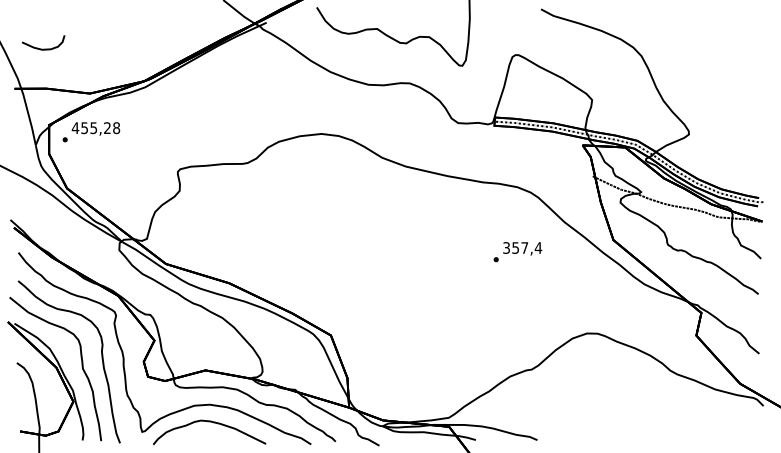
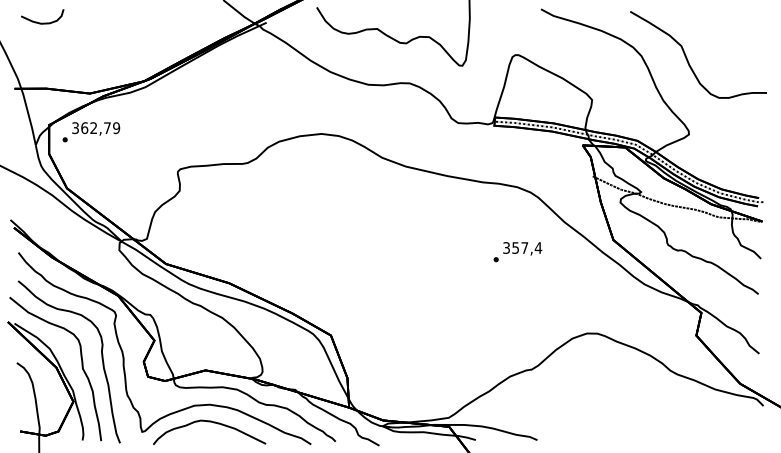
curve at (43, 48) position: (43, 48) -> (42, 22)
curve at (687, 57): none -> present
text at (95, 128): 455,28 -> 362,79
